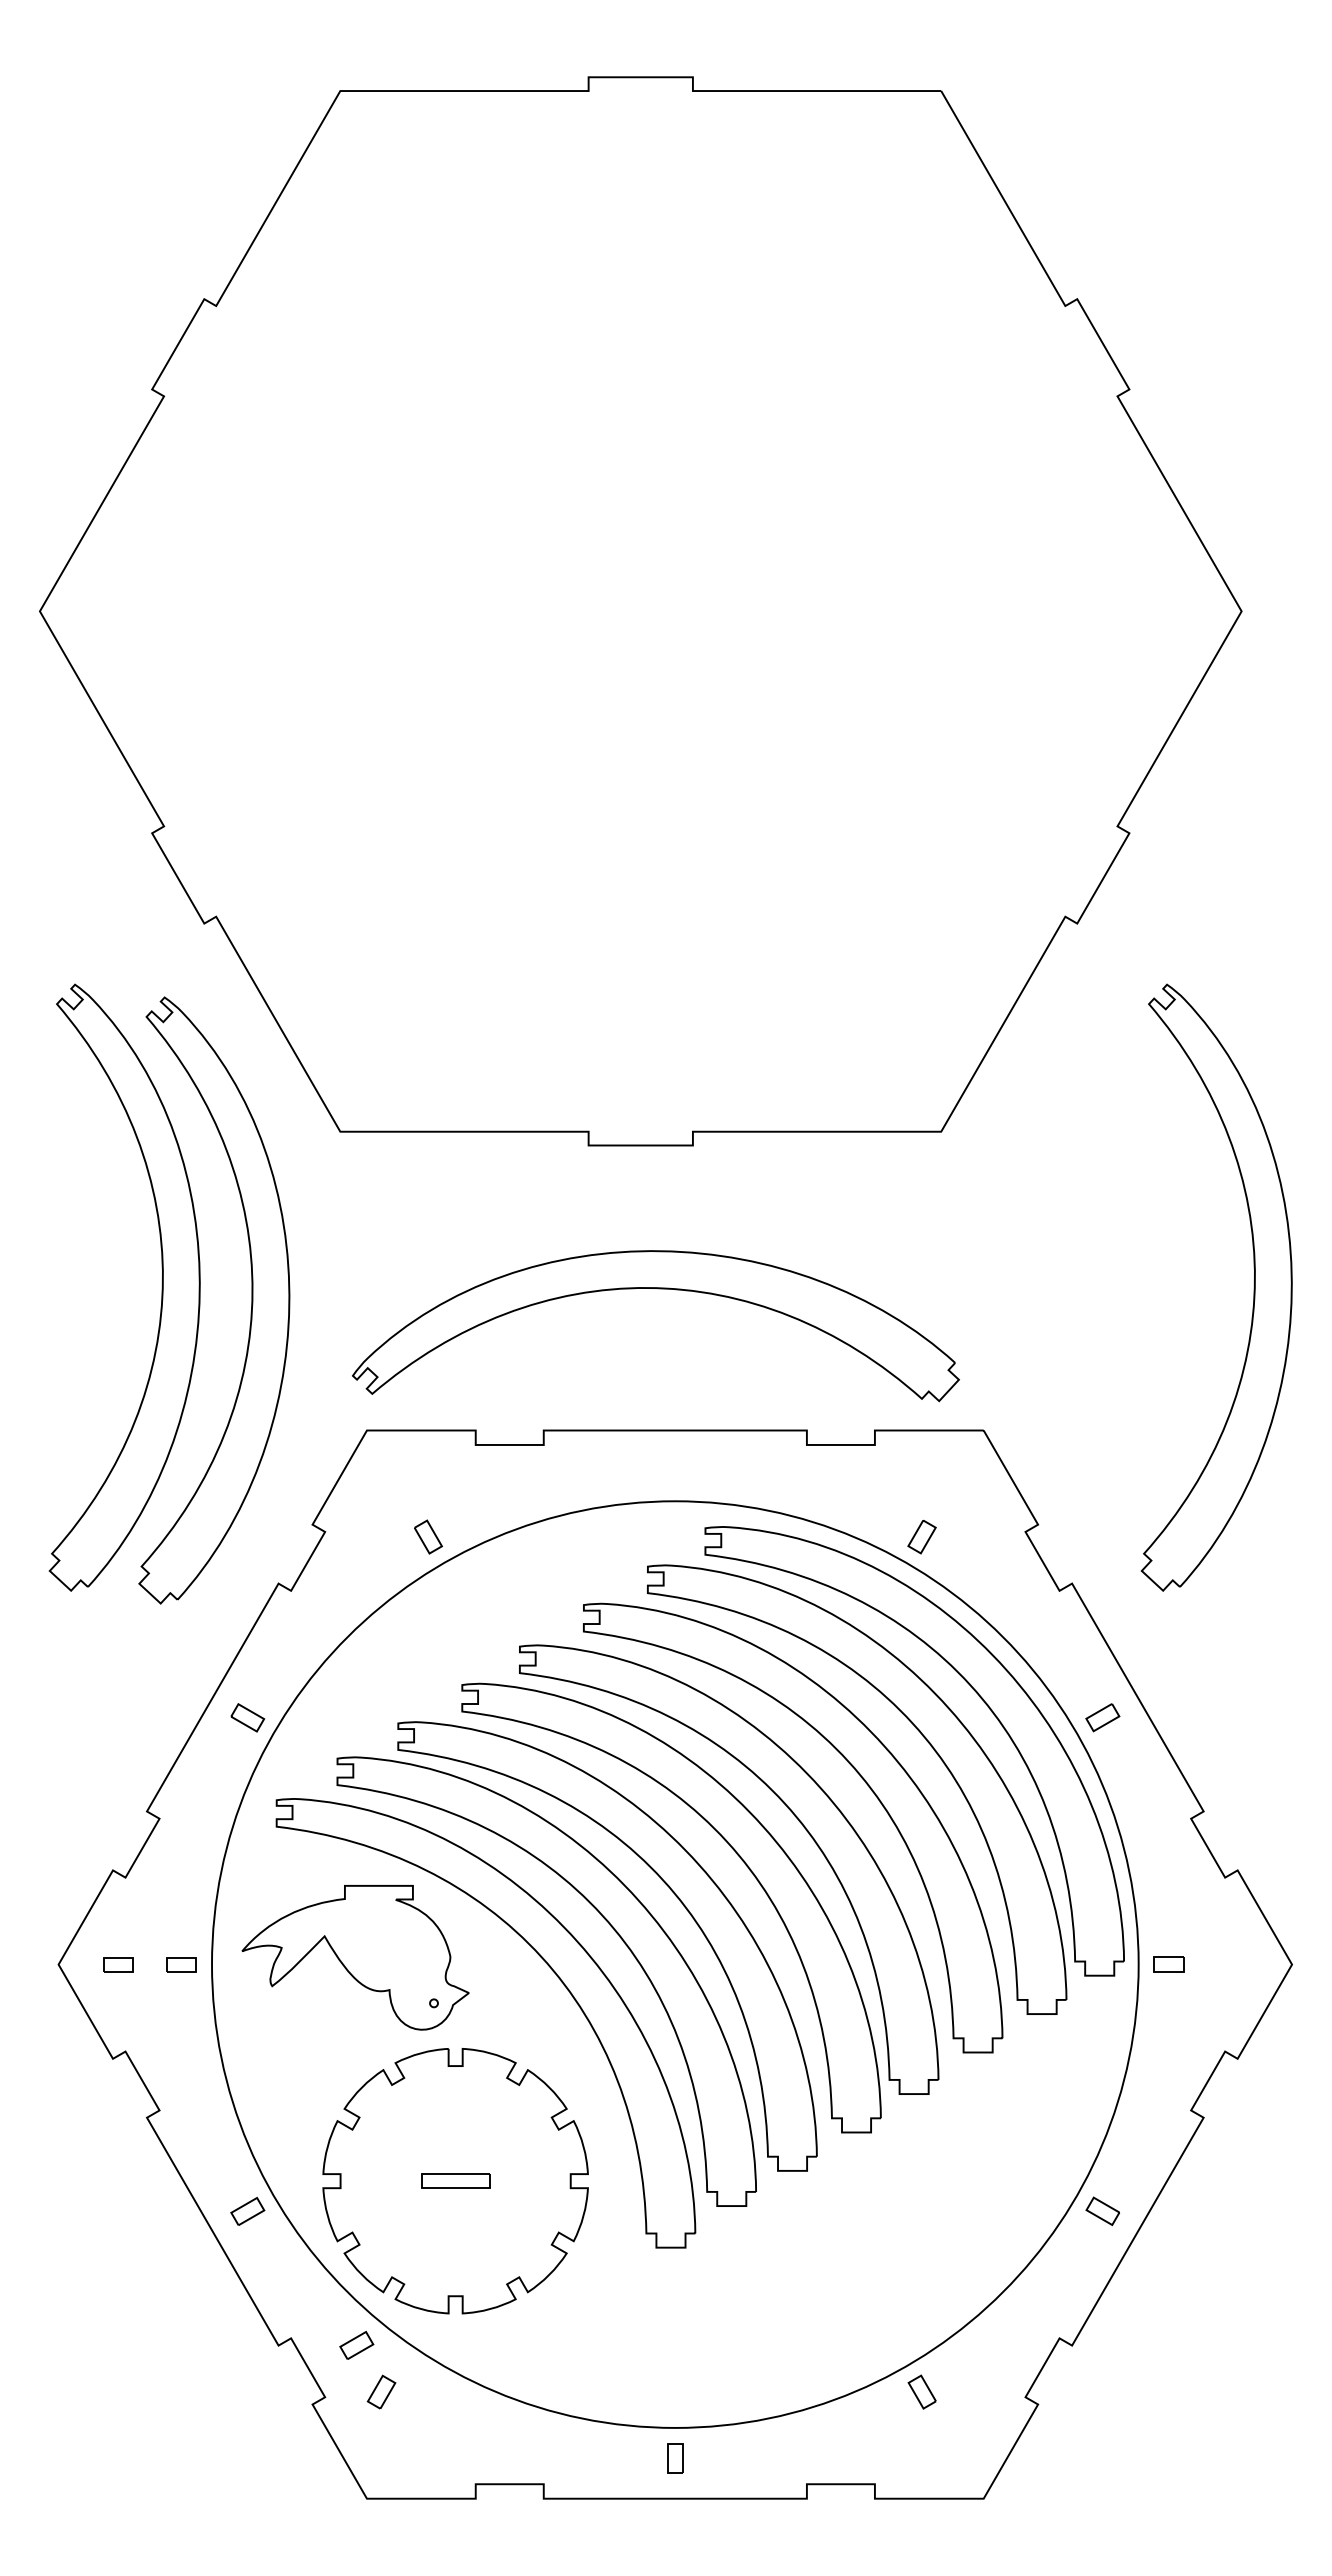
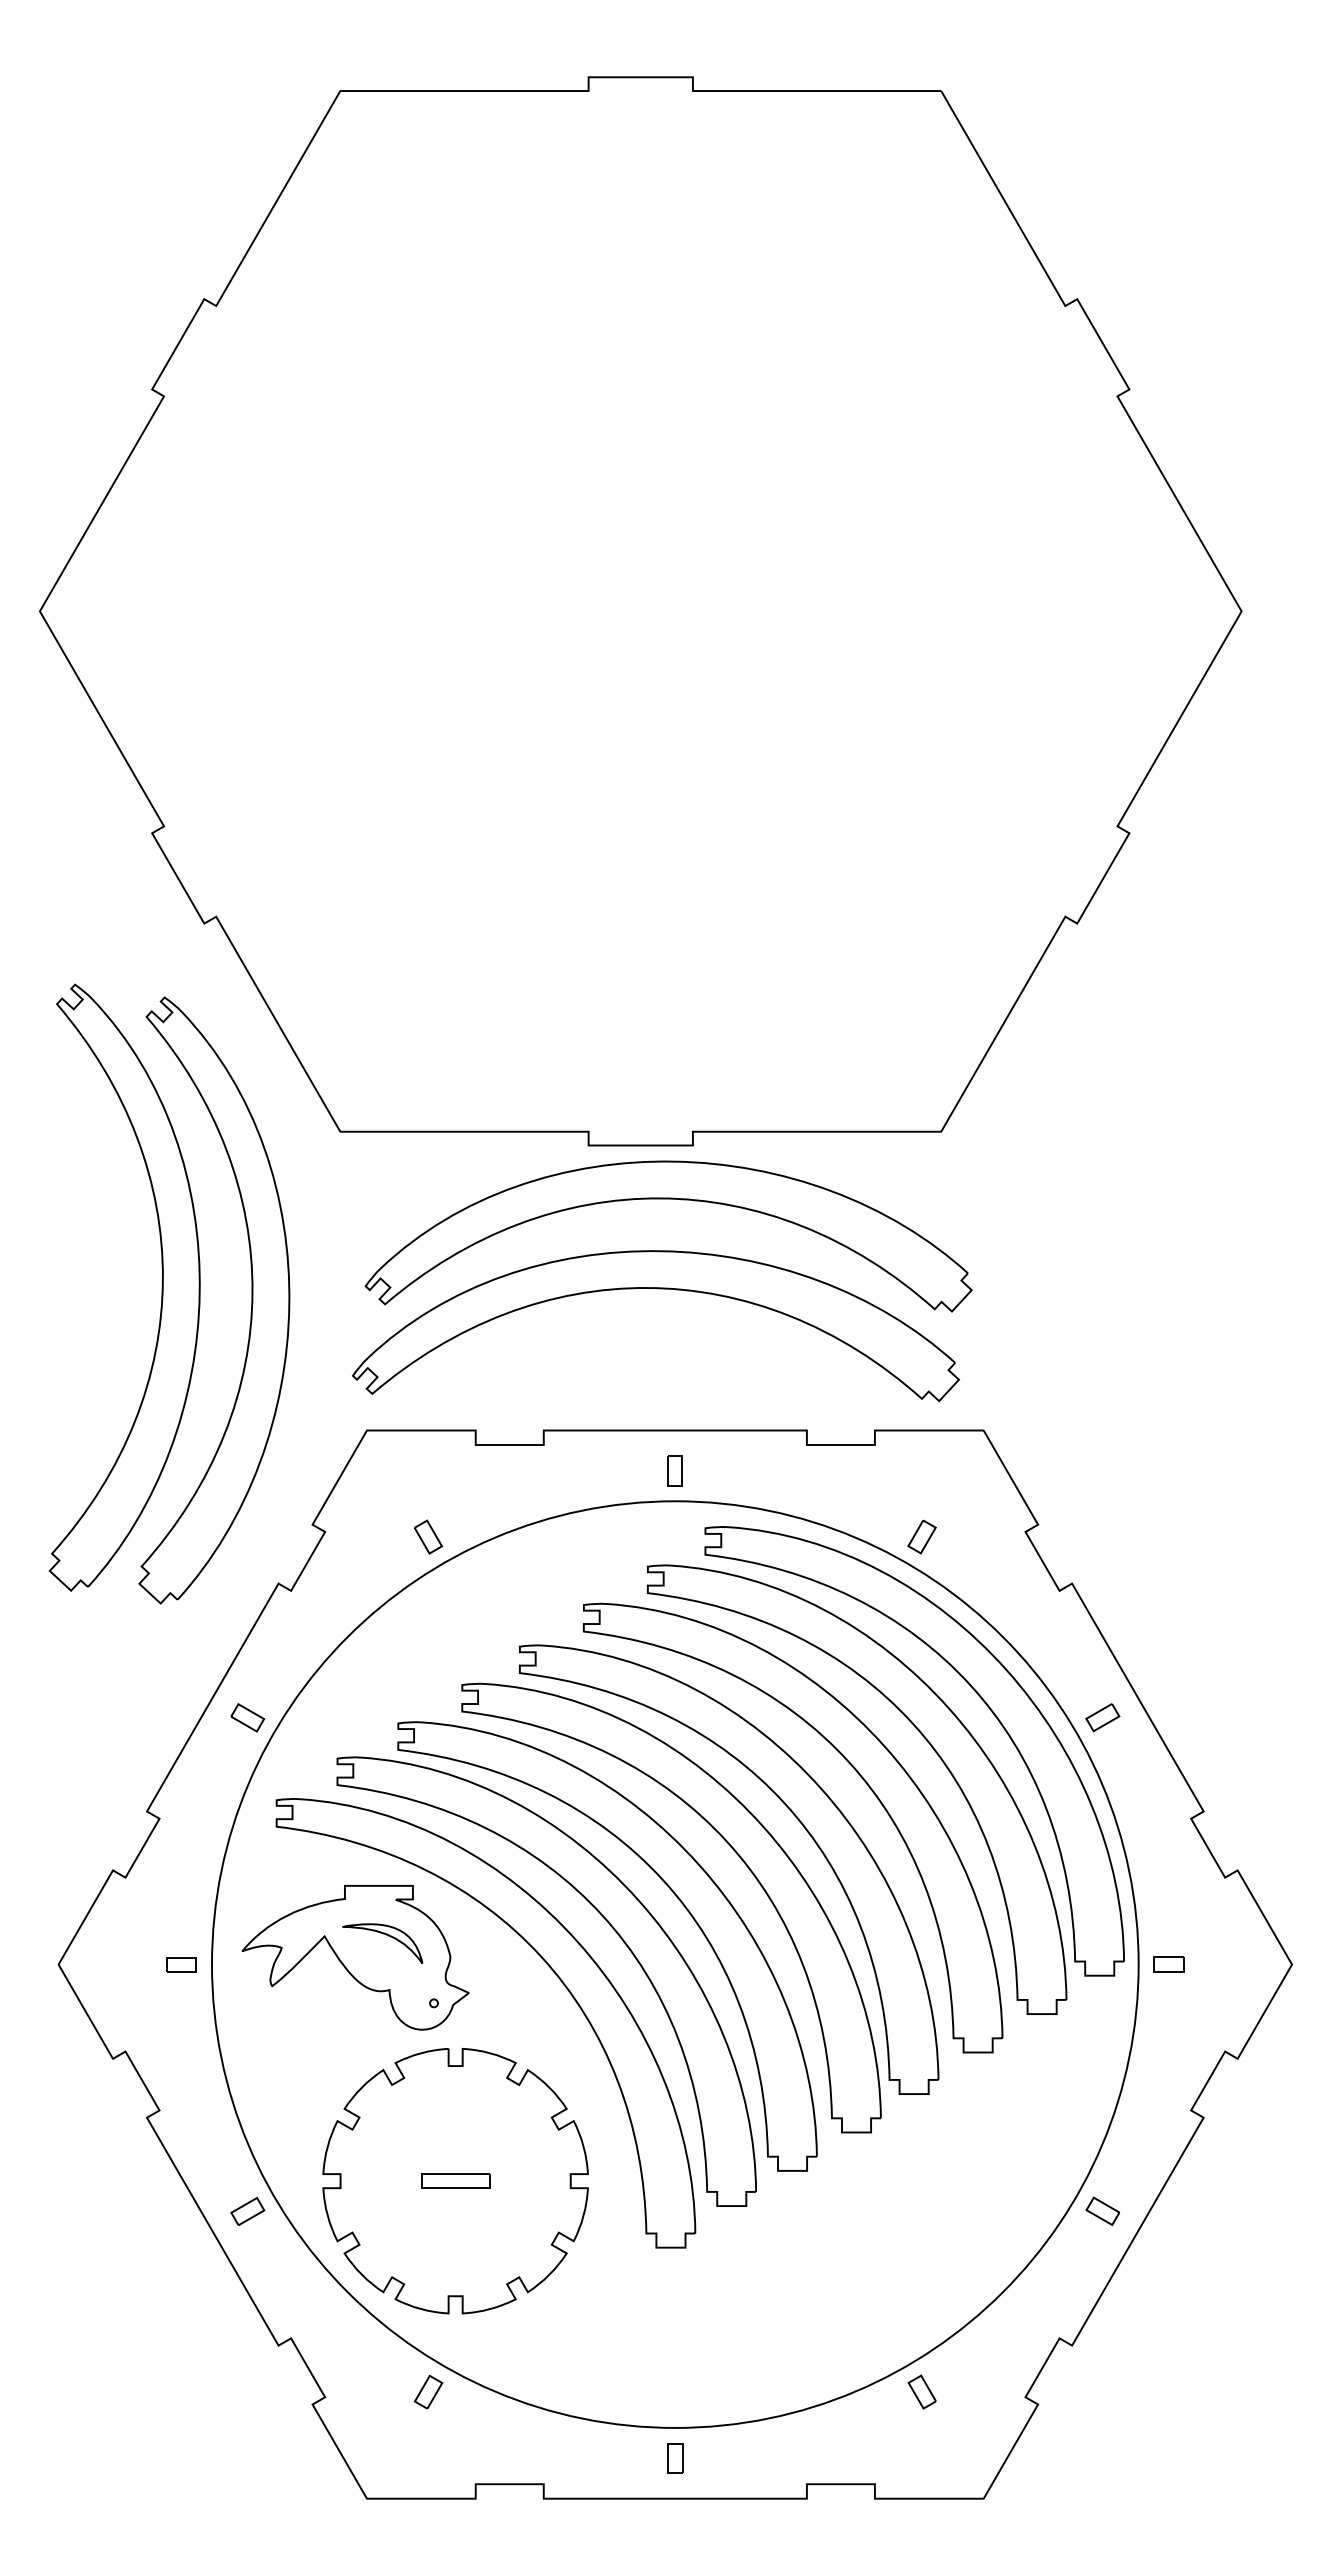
part at (668, 1199): none -> present
part at (1253, 1287): present -> none
part at (674, 1470): none -> present
curve at (386, 1935): none -> present
part at (118, 1964): present -> none
part at (356, 2344): present -> none
part at (381, 2391) position: (381, 2391) -> (428, 2391)
